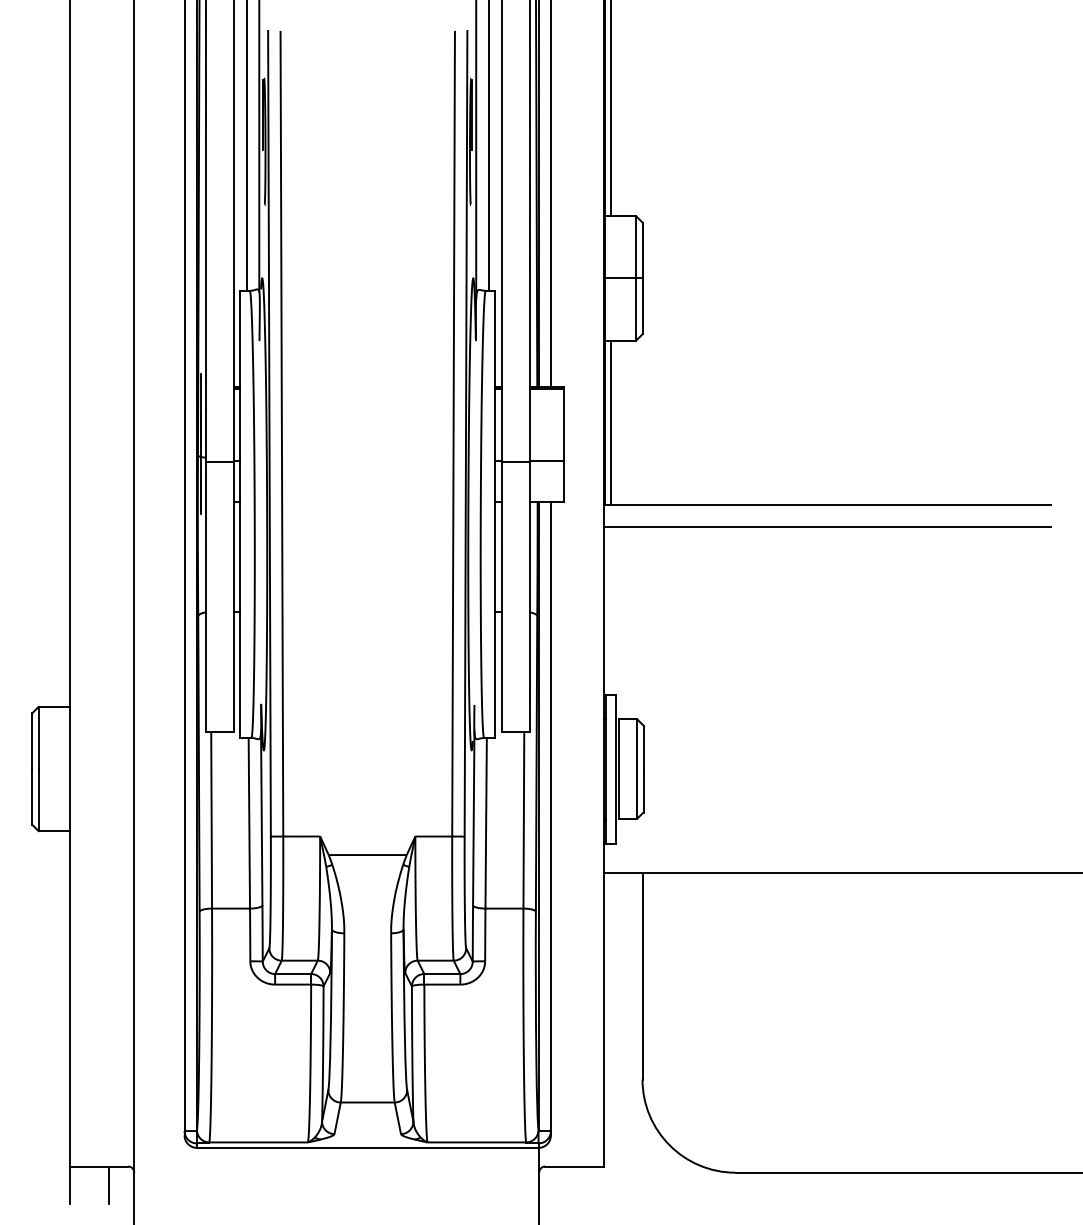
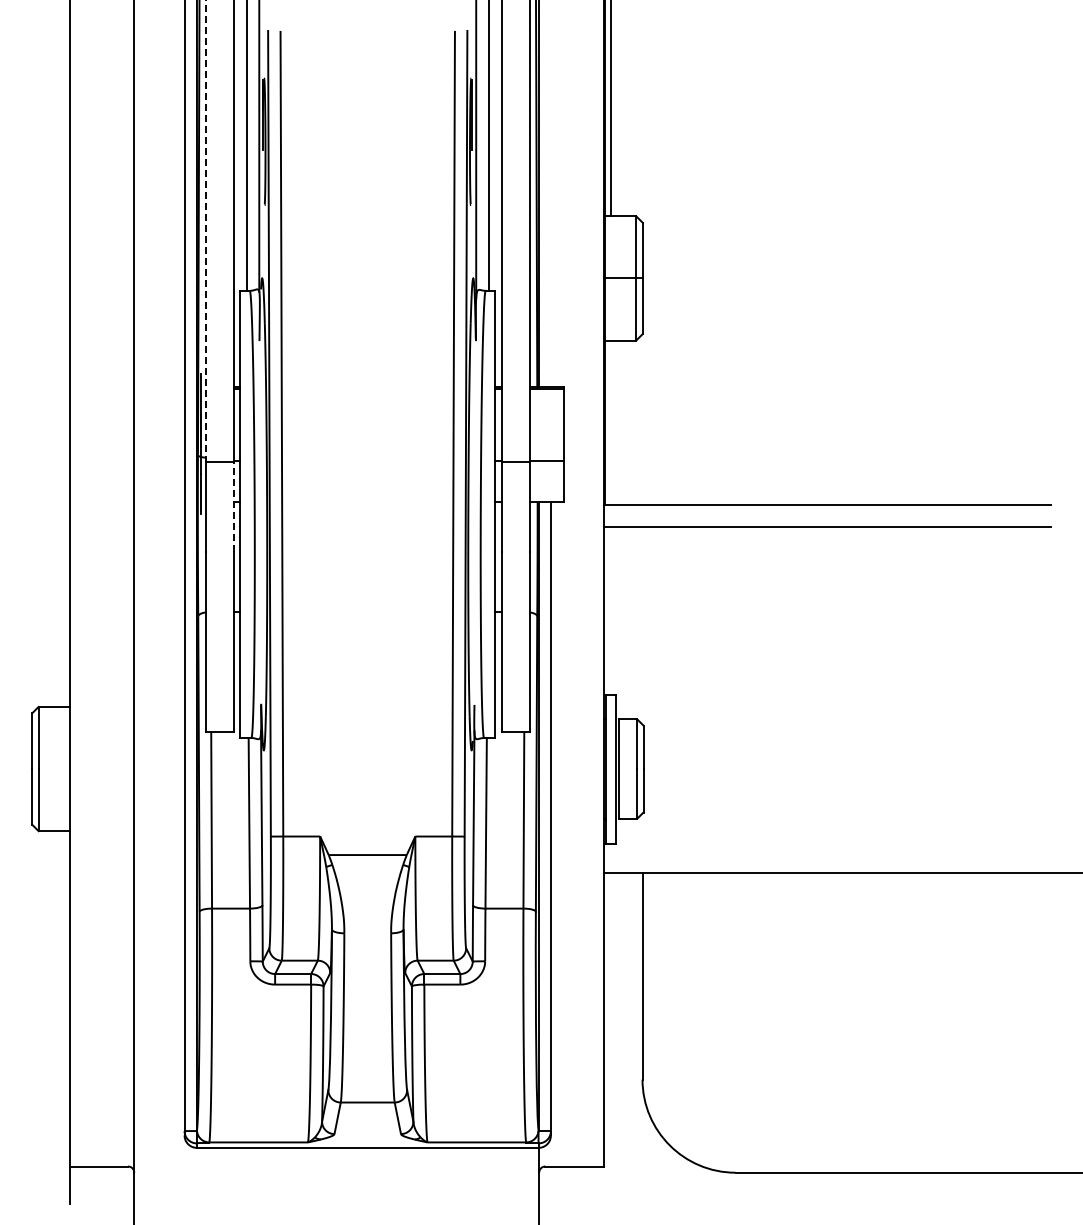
line at (550, 194): present -> none
line at (205, 231): solid -> dashed
line at (611, 422): present -> none
line at (234, 507): solid -> dashed
line at (109, 1184): present -> none
